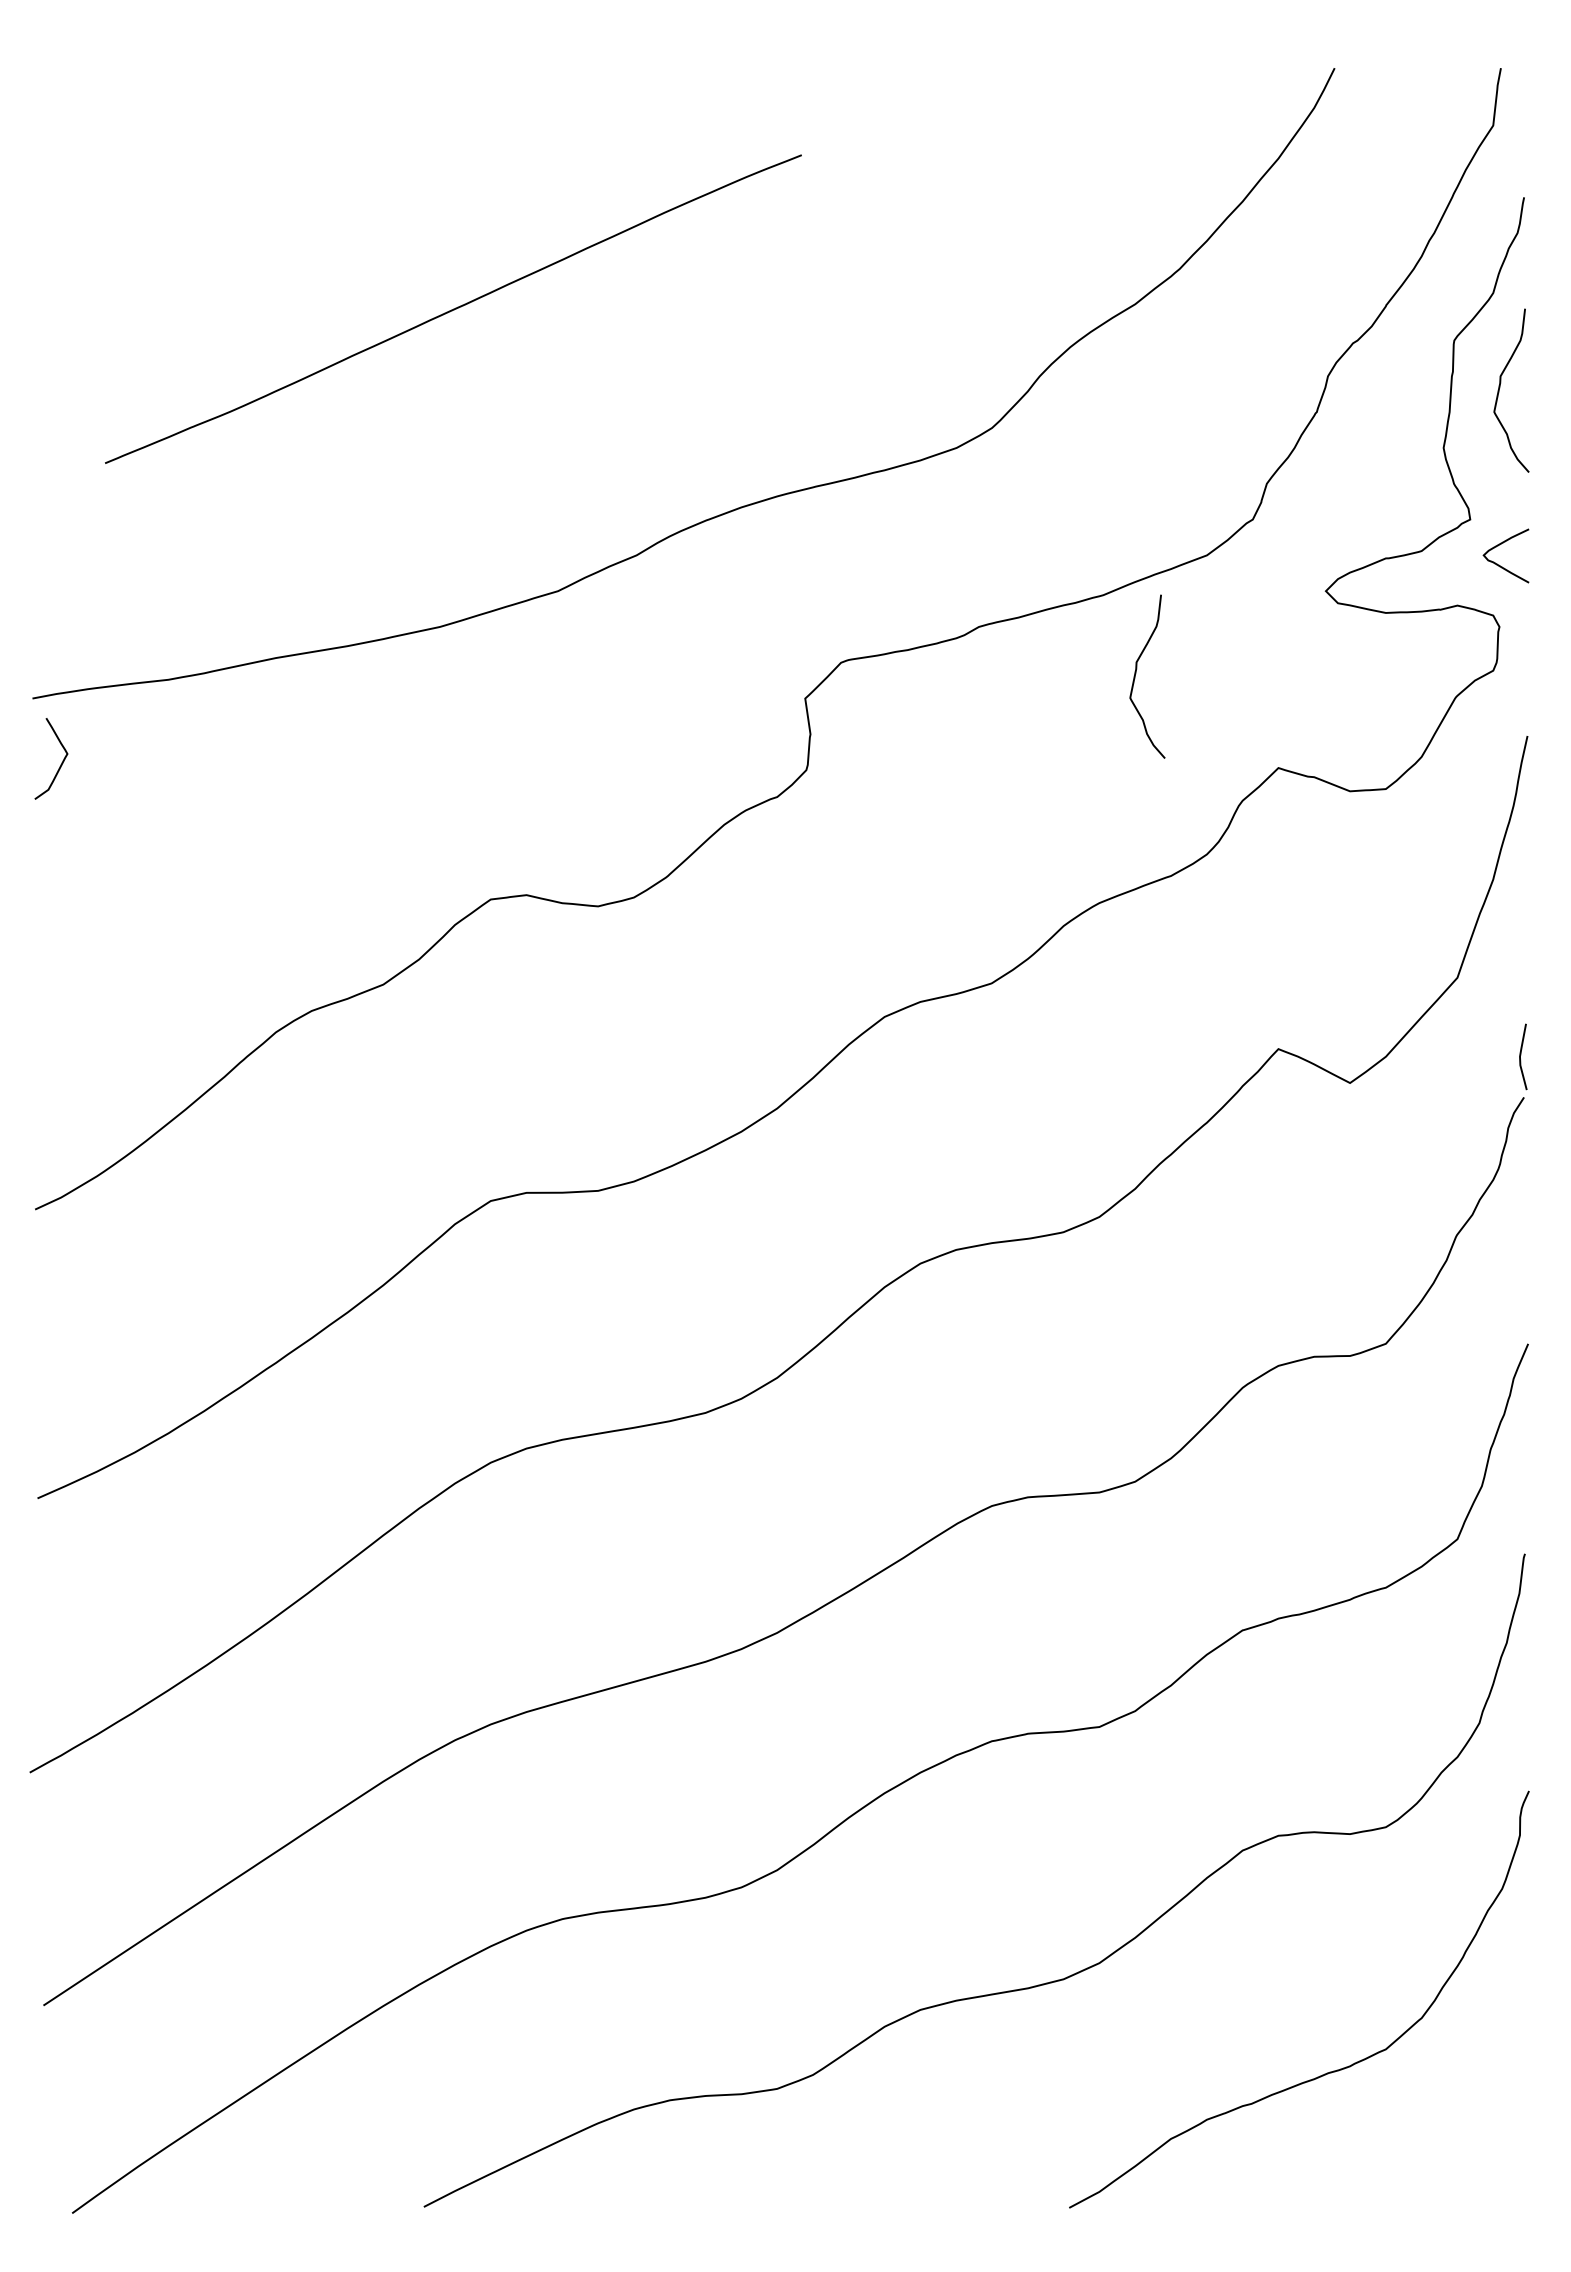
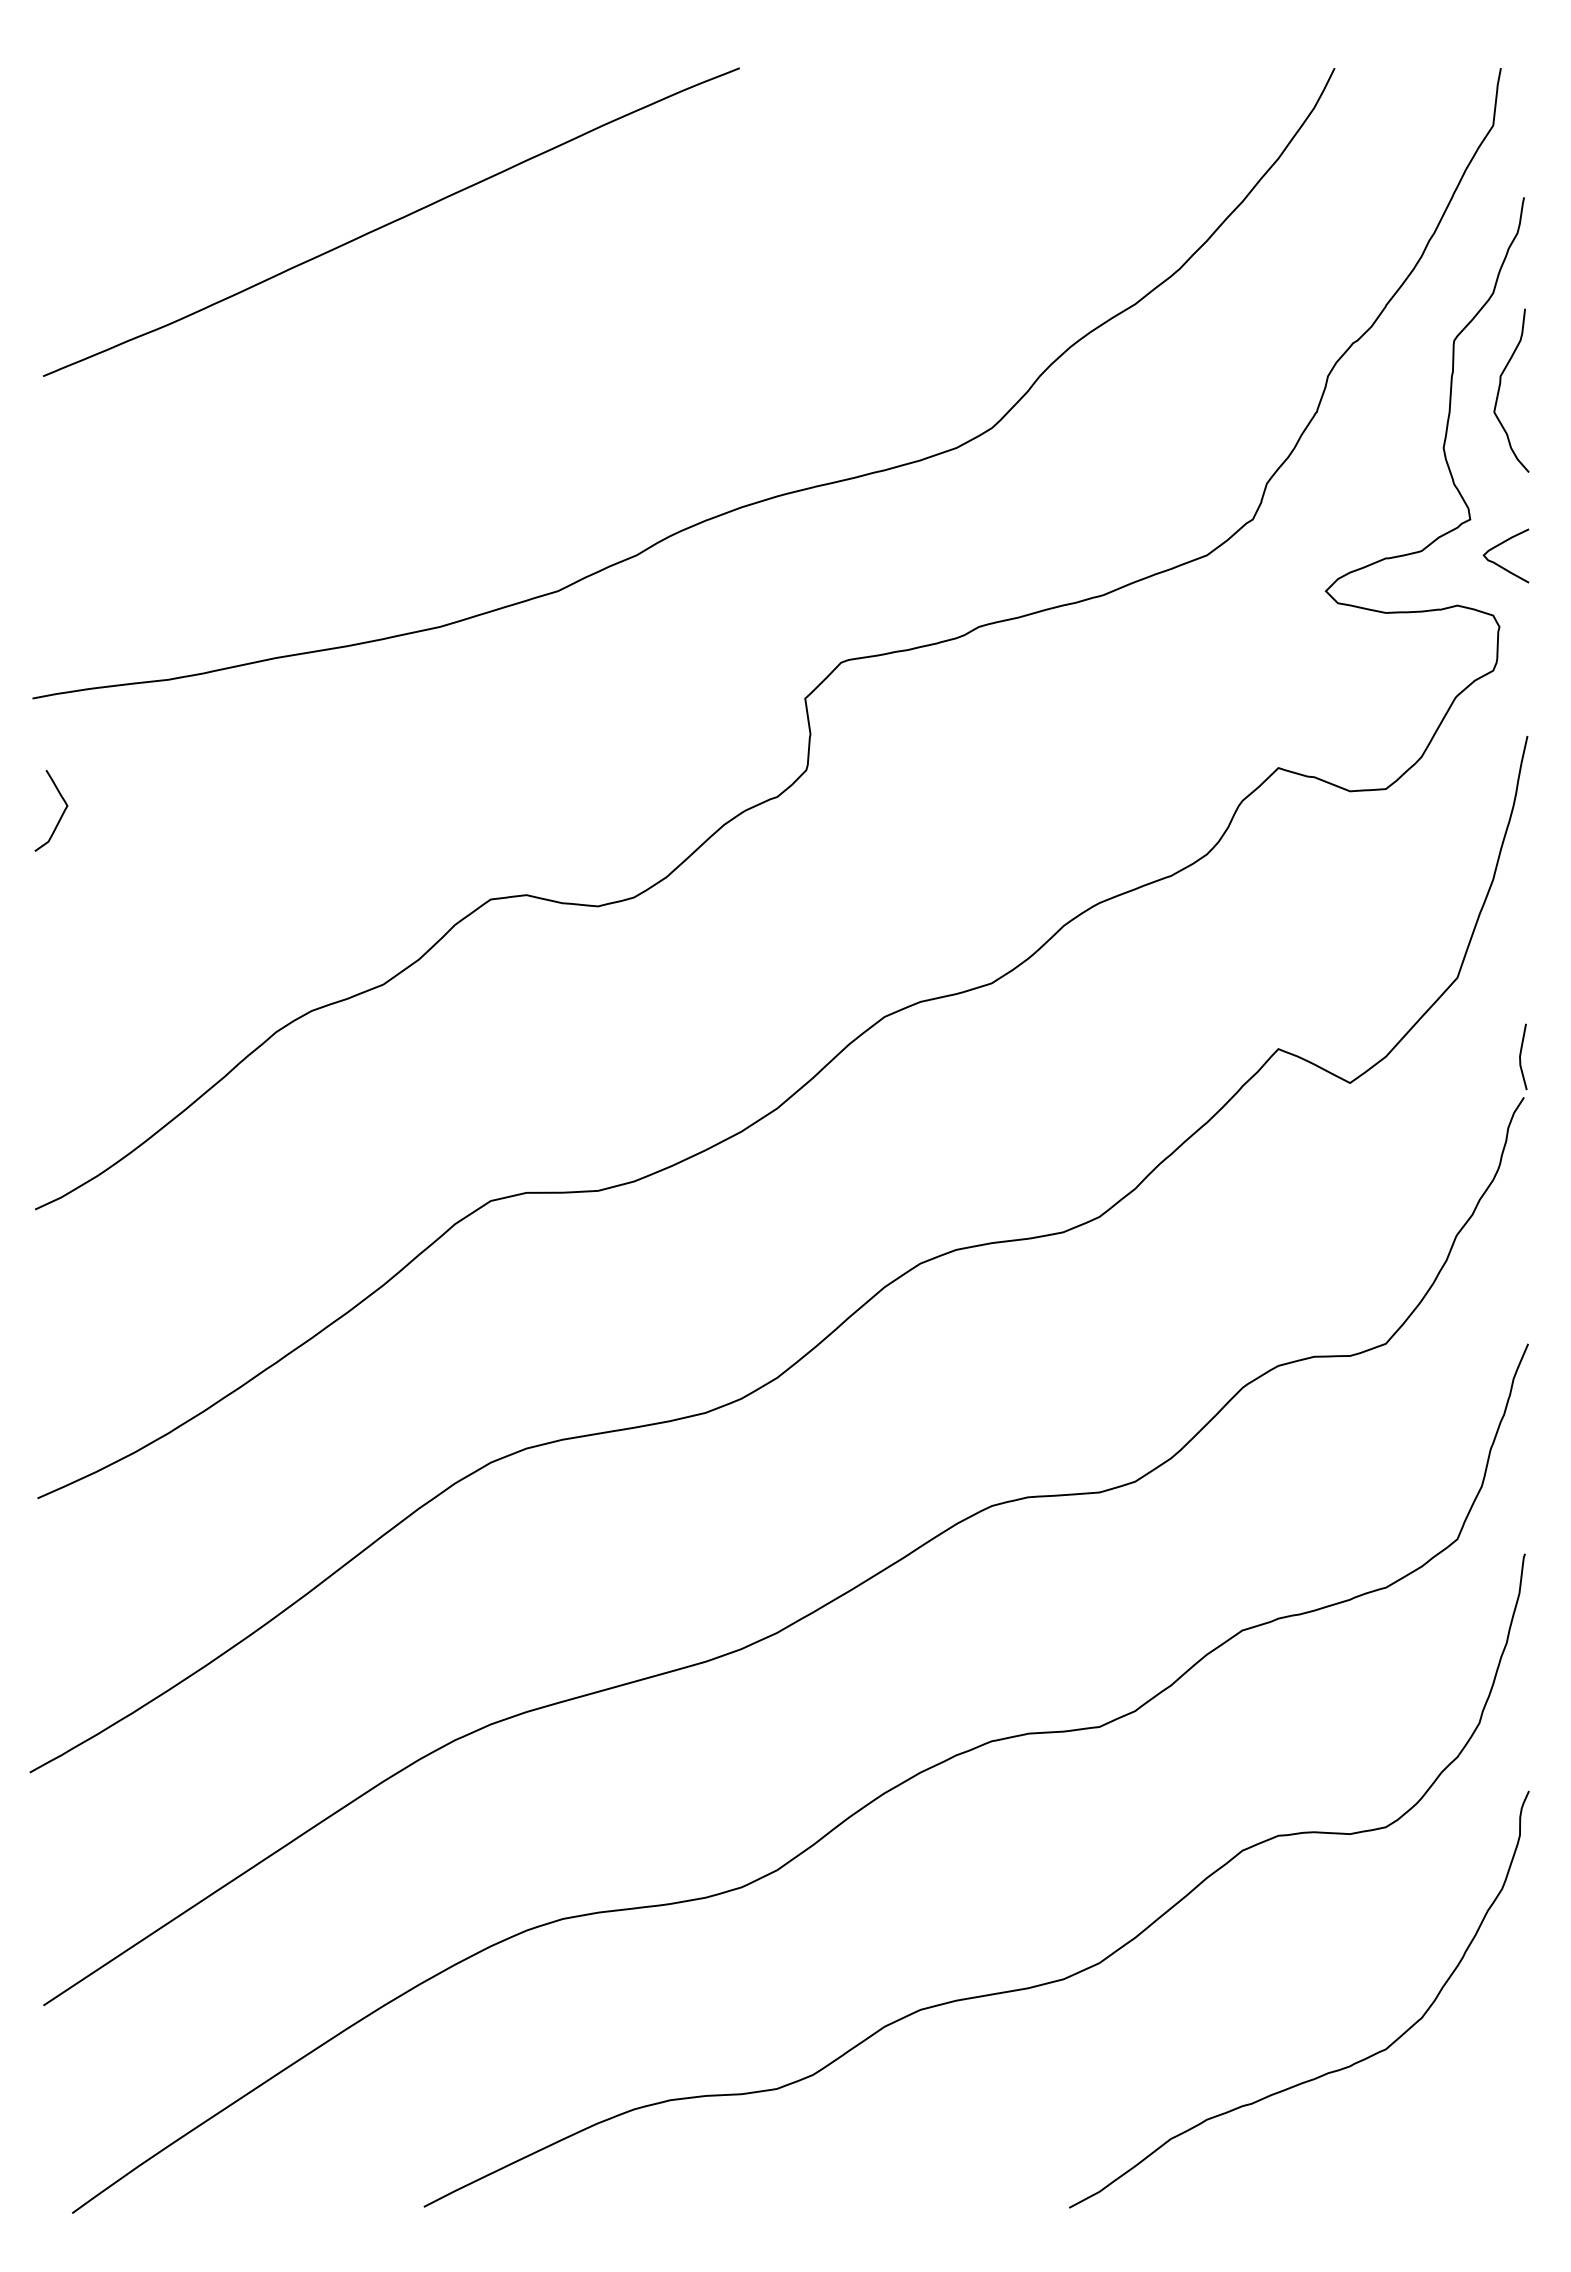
curve at (453, 308) position: (453, 308) -> (391, 221)
curve at (1136, 673): present -> none
curve at (61, 762) position: (61, 762) -> (61, 814)
